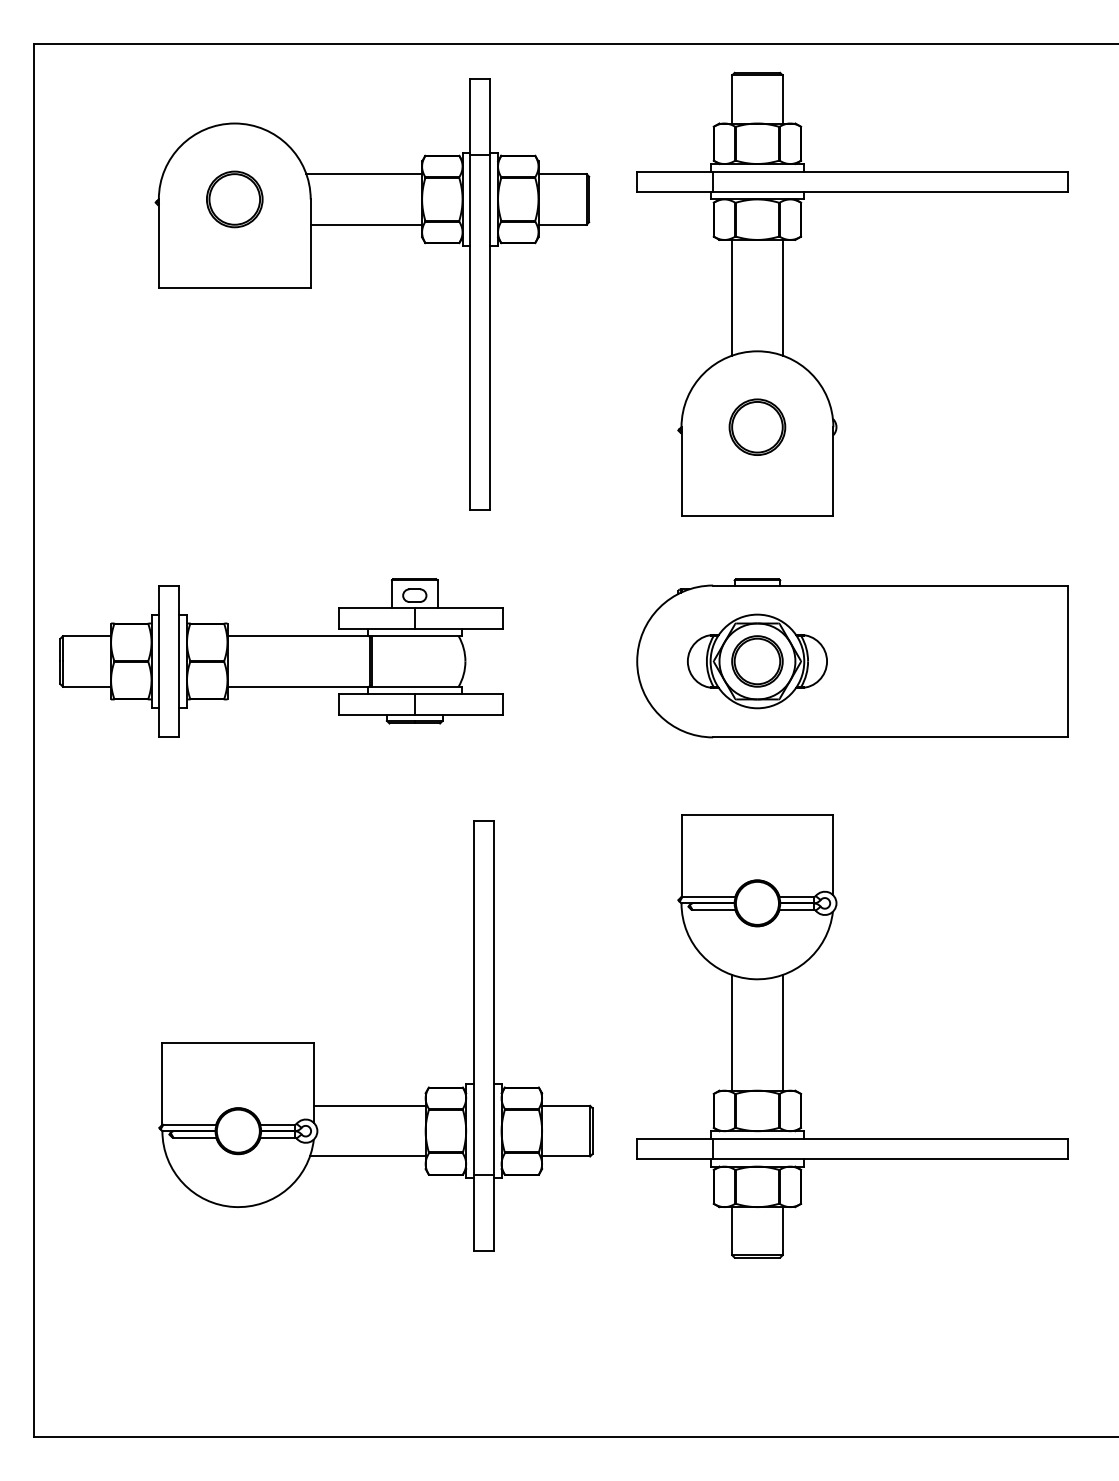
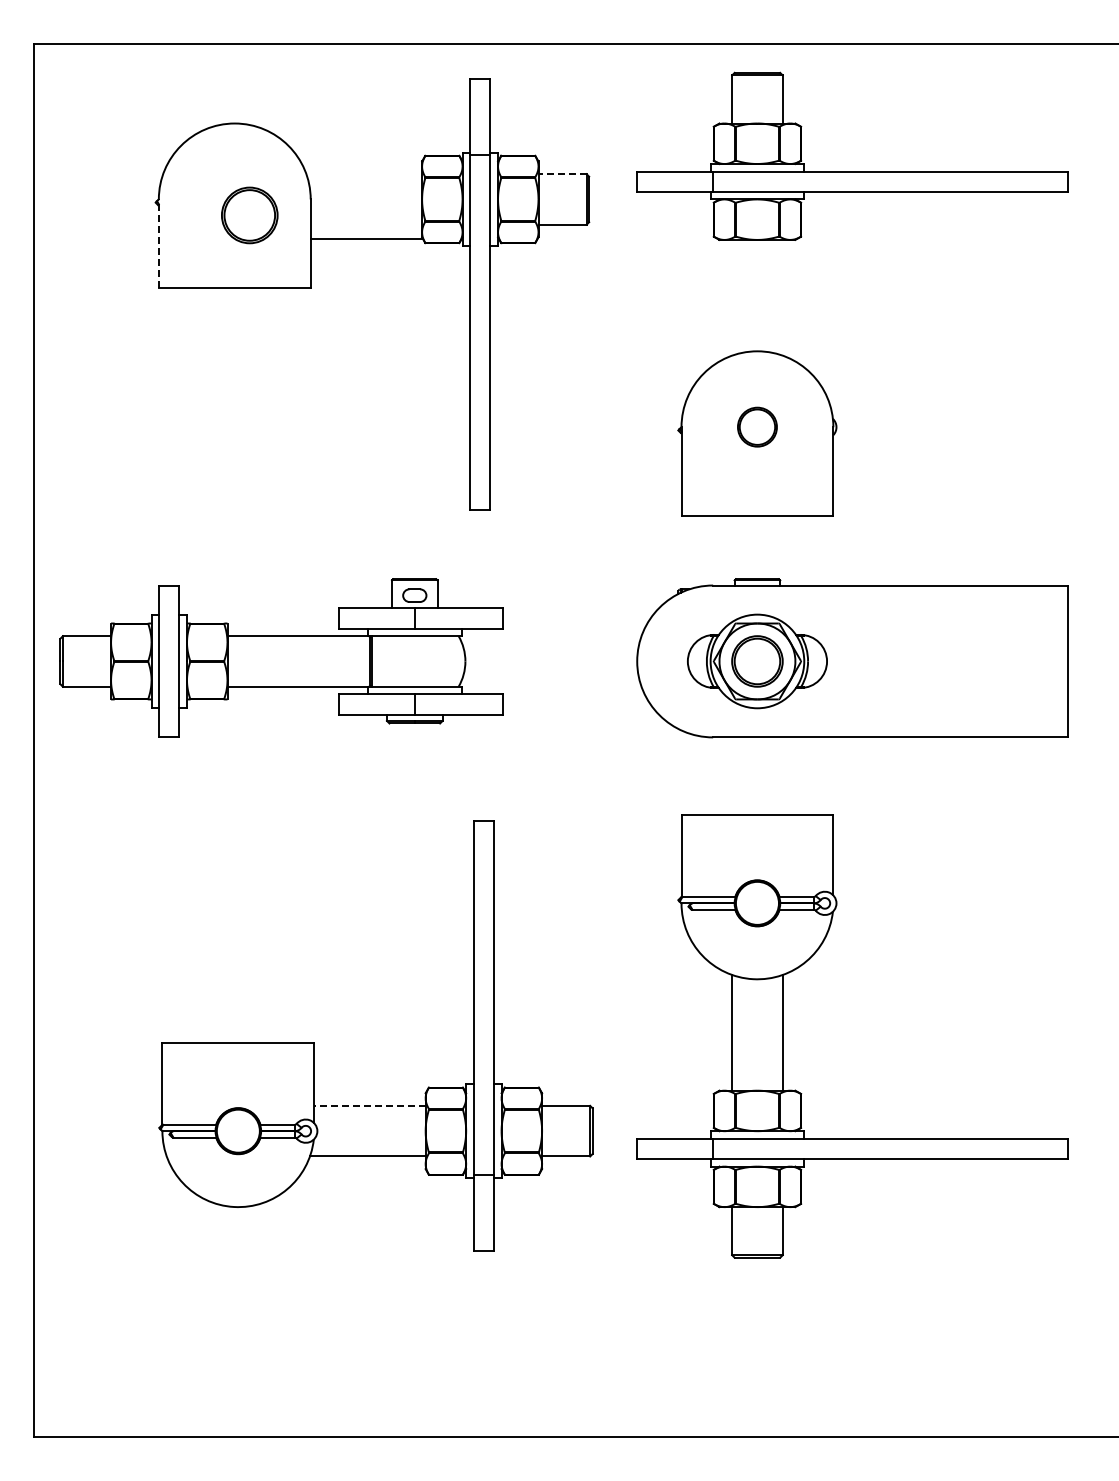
line at (364, 174): present -> none
line at (562, 174): solid -> dashed
part at (234, 199) position: (234, 199) -> (249, 215)
line at (366, 224) position: (366, 224) -> (366, 238)
line at (158, 243): solid -> dashed
line at (732, 297): present -> none
line at (782, 297): present -> none
part at (757, 426) size: 59x58 px -> 41x42 px
line at (369, 1105): solid -> dashed
